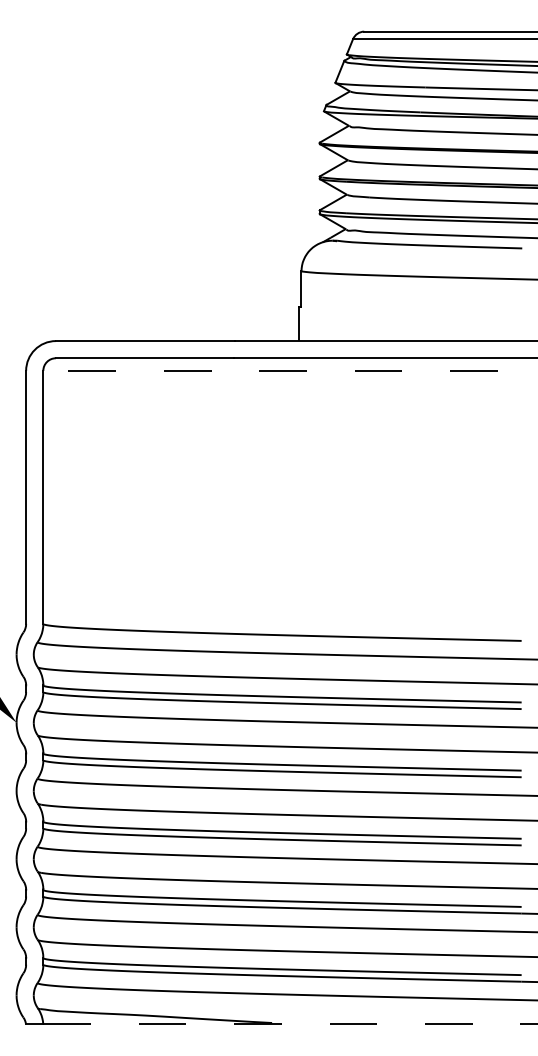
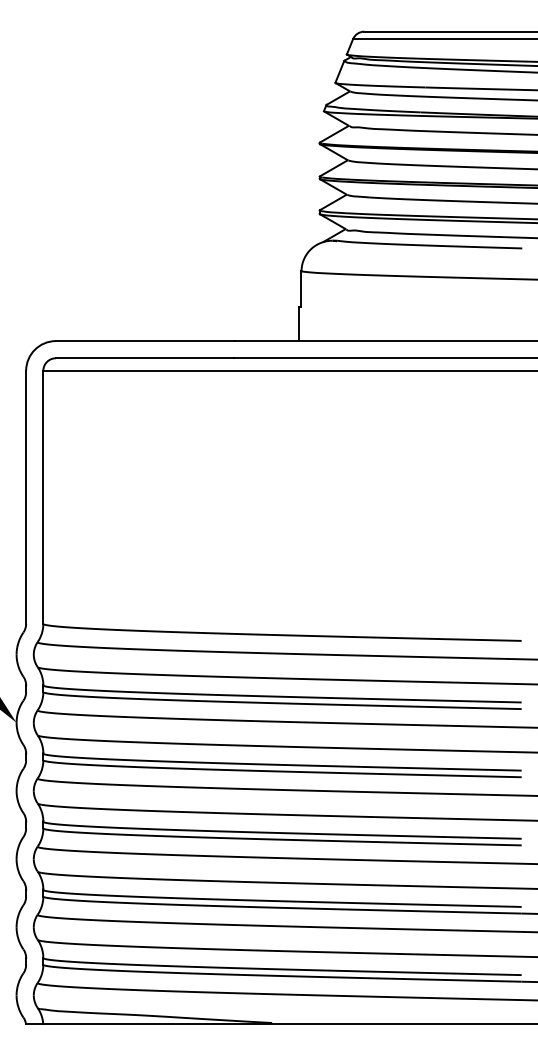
line at (290, 370): dashed -> solid
line at (290, 1024): dashed -> solid
